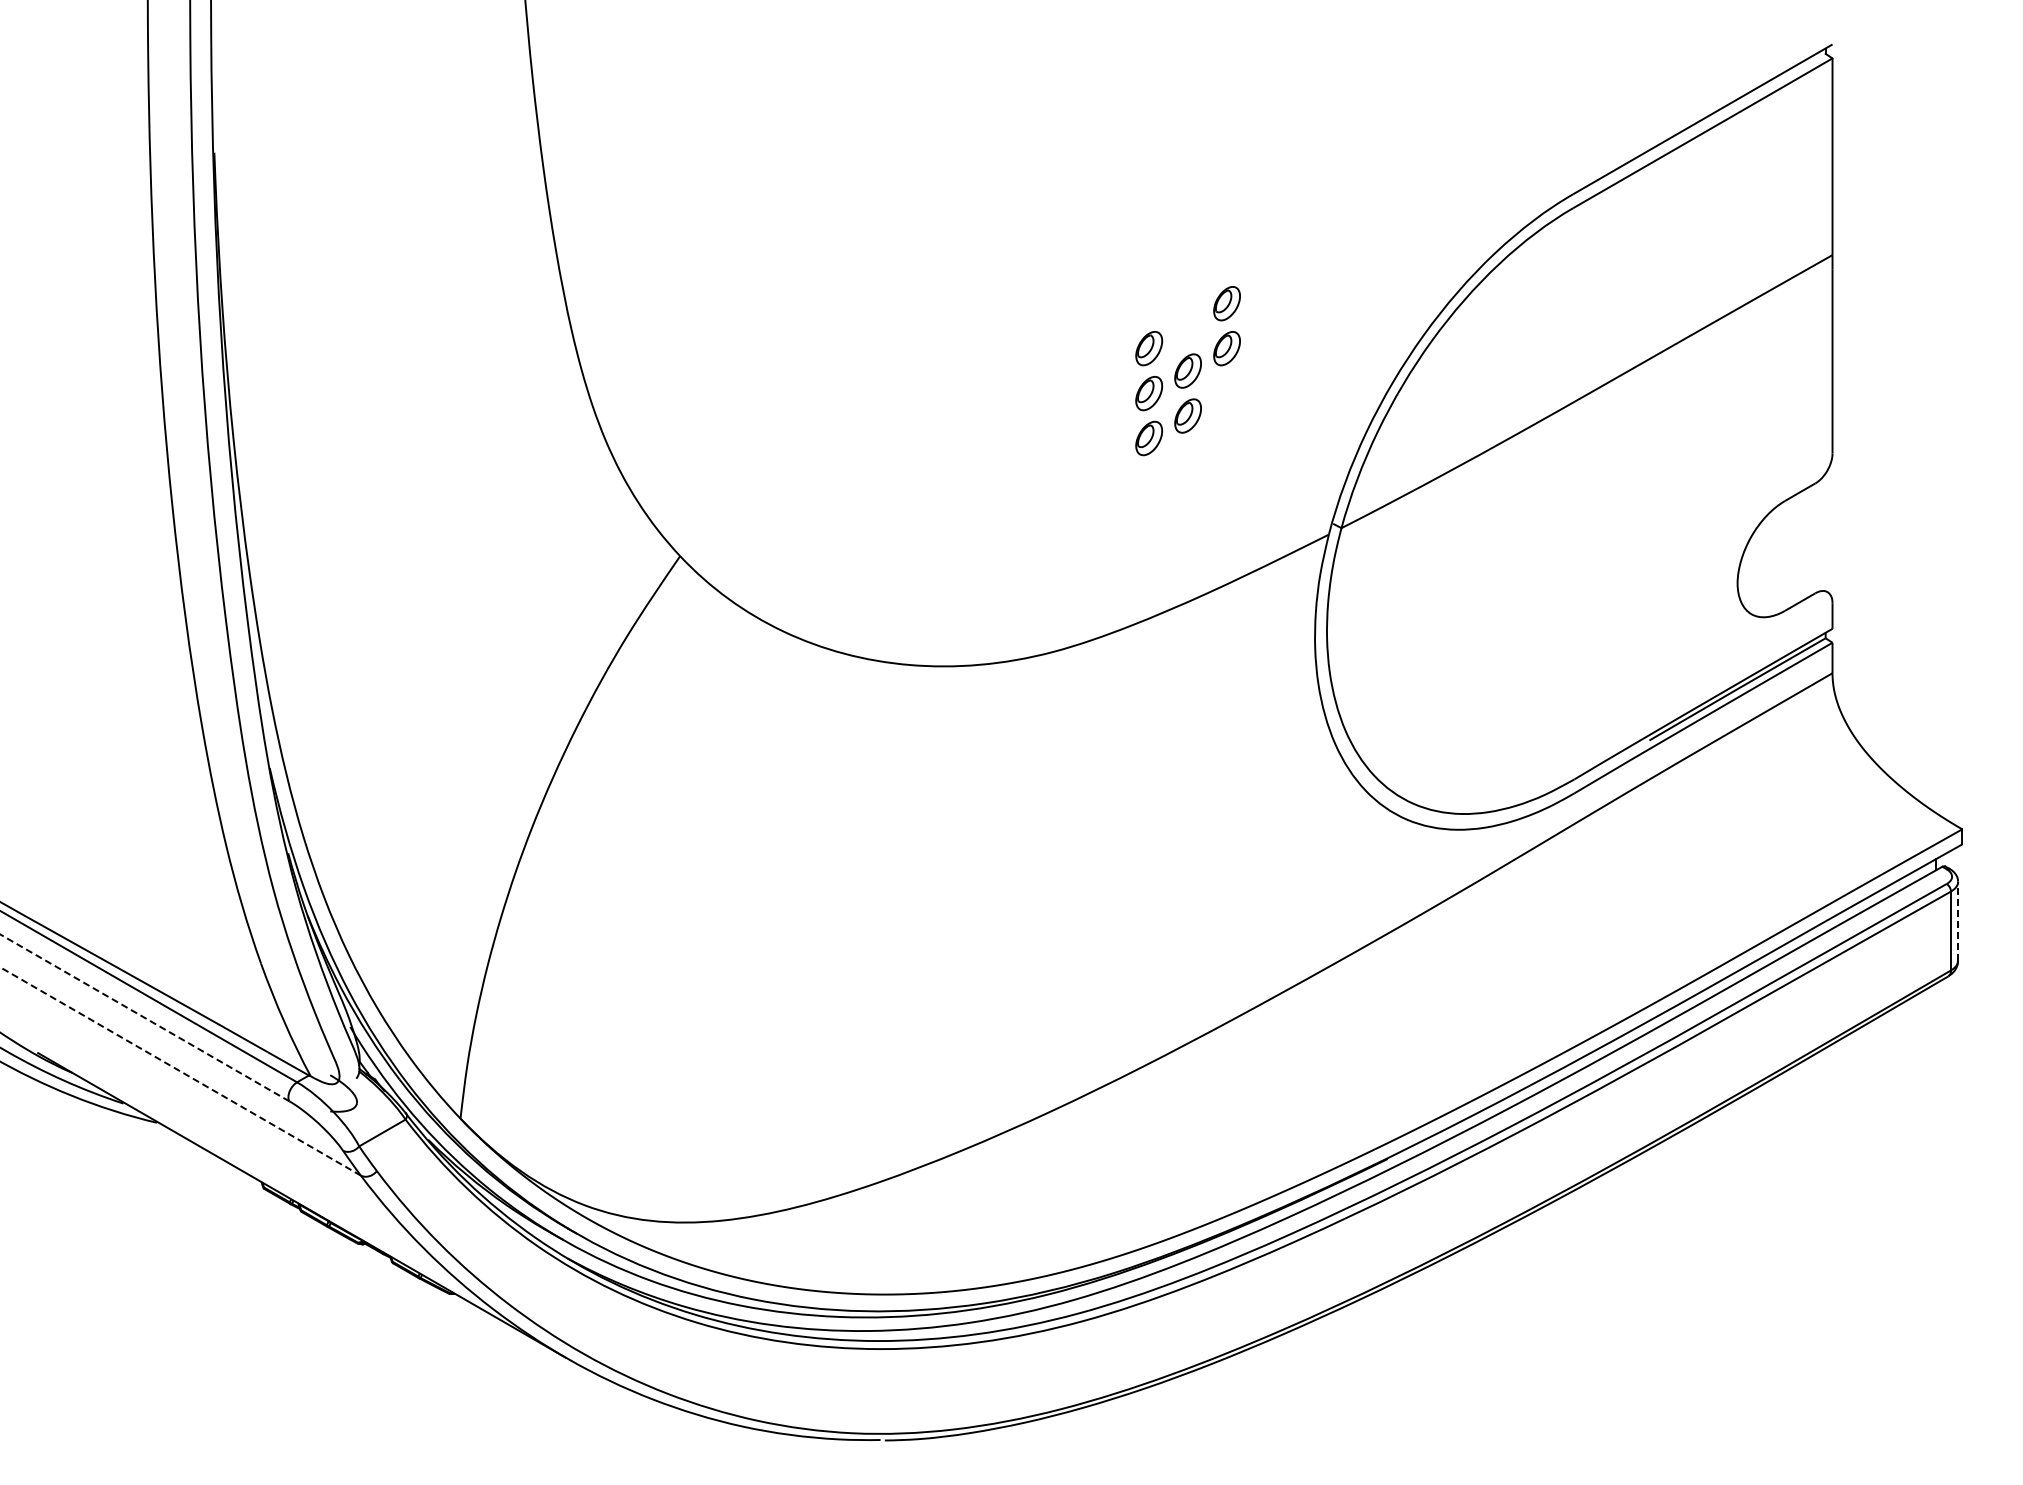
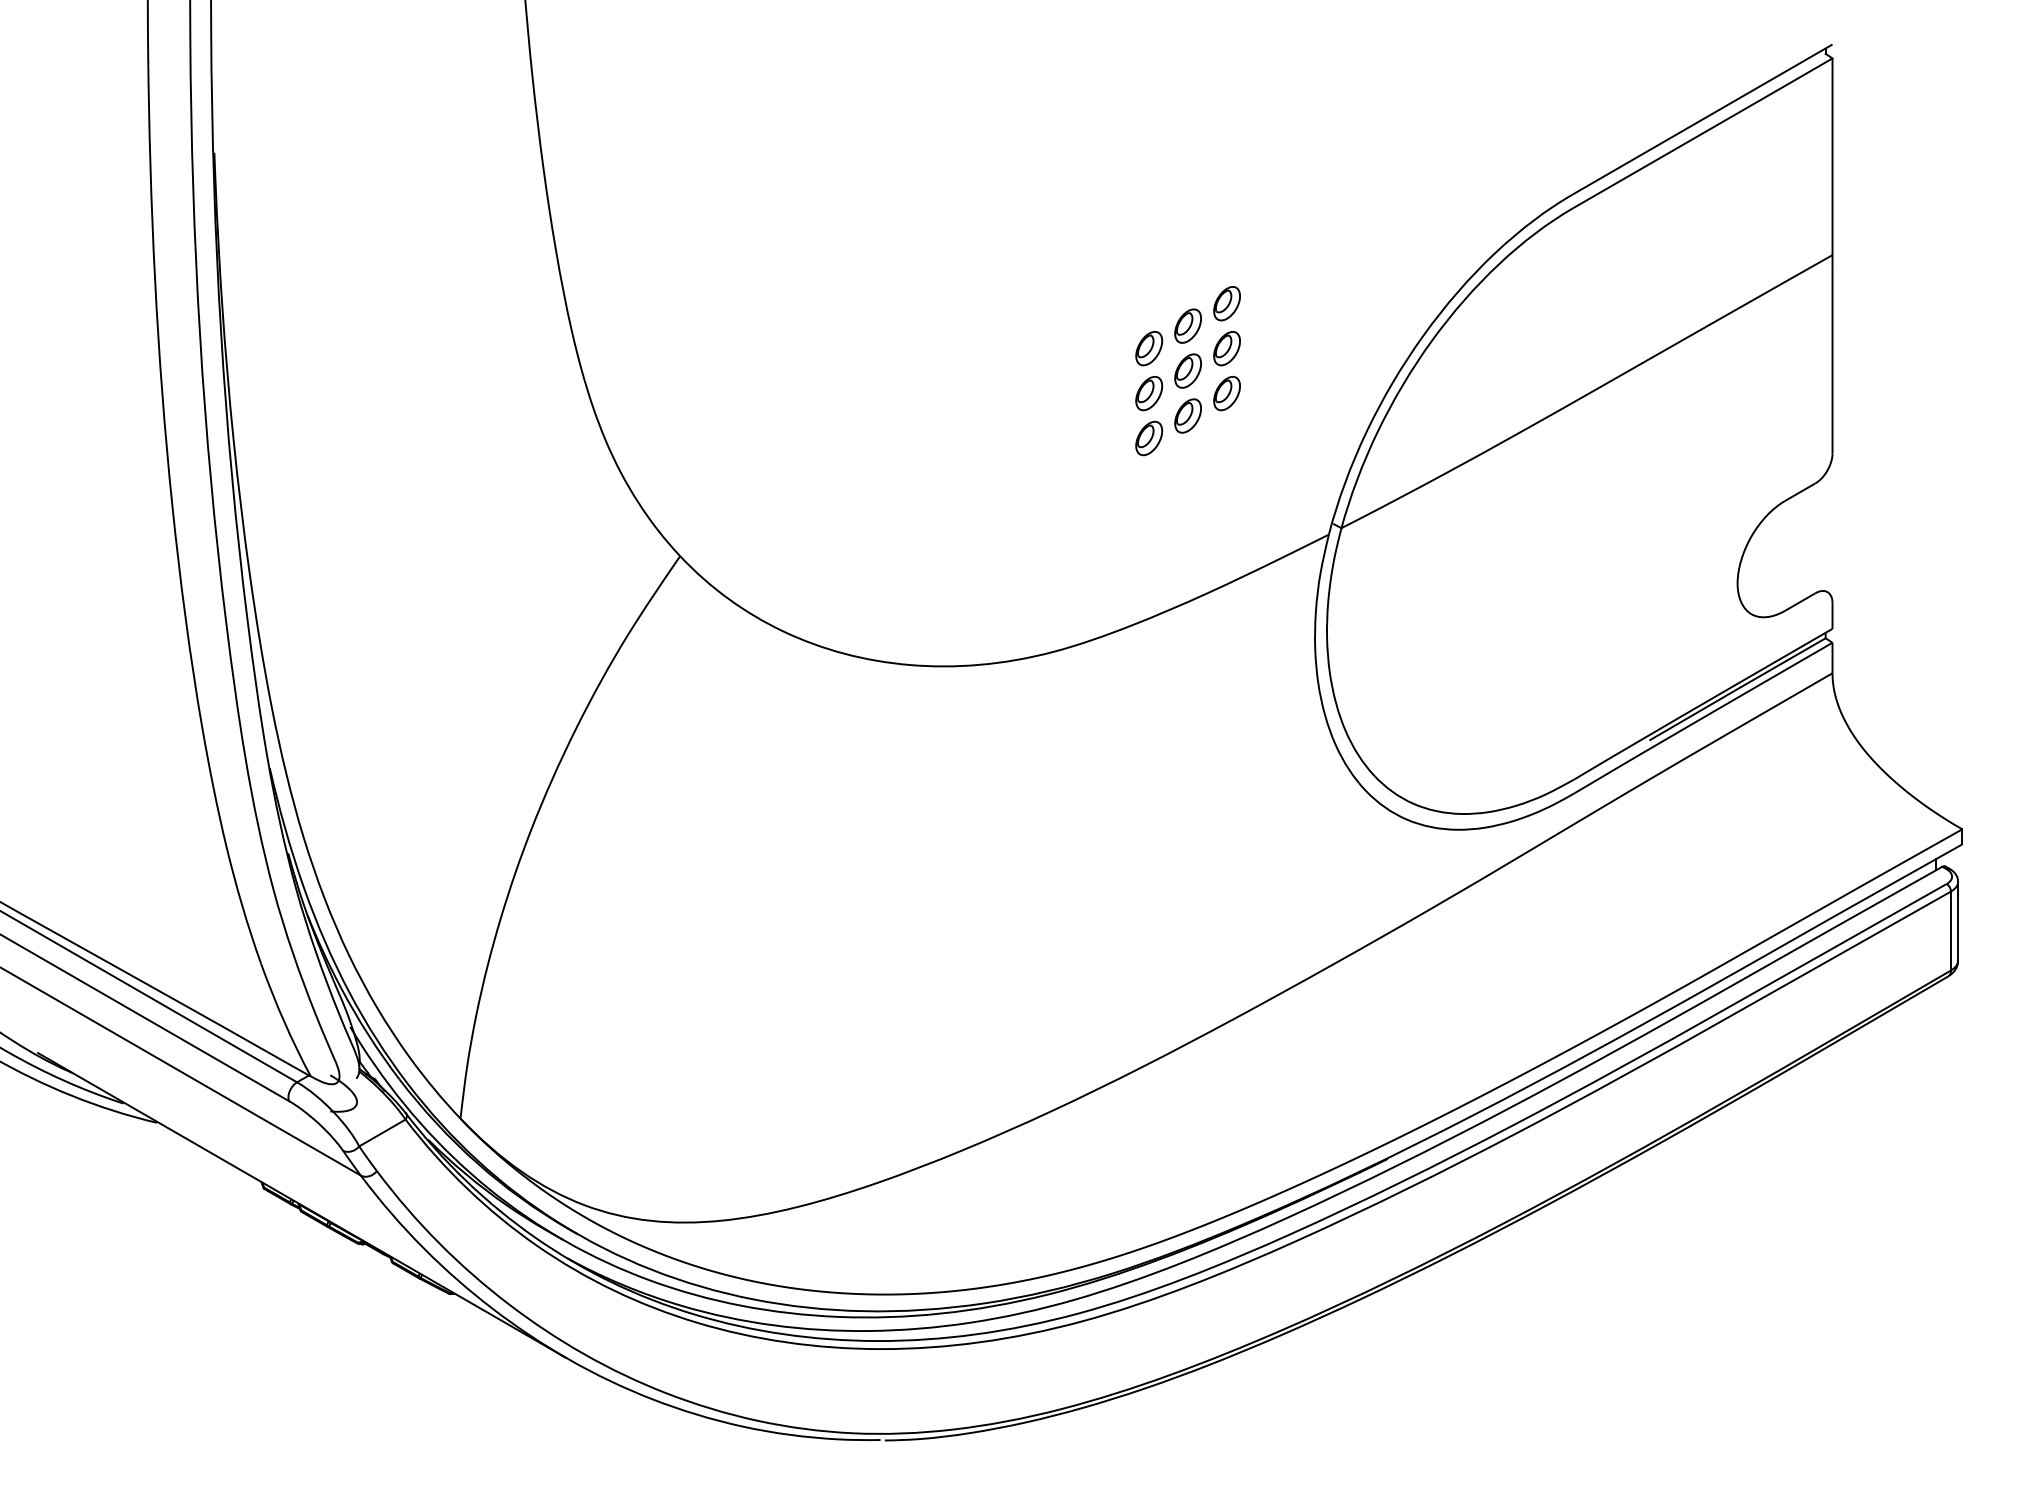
part at (1187, 325): none -> present
part at (1226, 393): none -> present
line at (1958, 920): dashed -> solid
line at (145, 1017): dashed -> solid
line at (180, 1071): dashed -> solid
